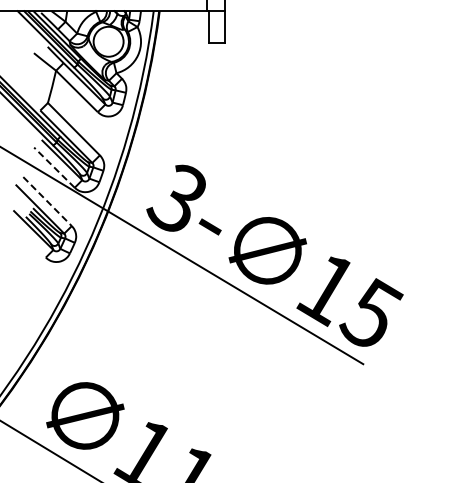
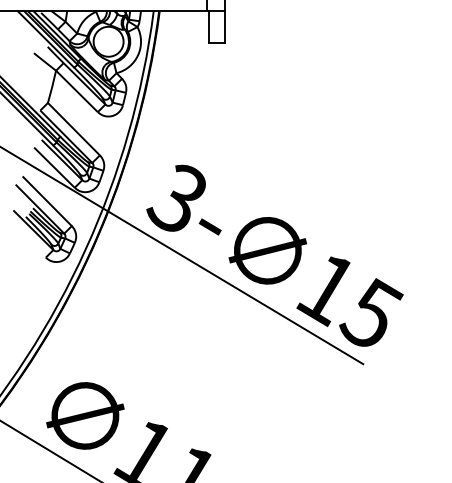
line at (54, 167): dashed -> solid
line at (47, 201): dashed -> solid
